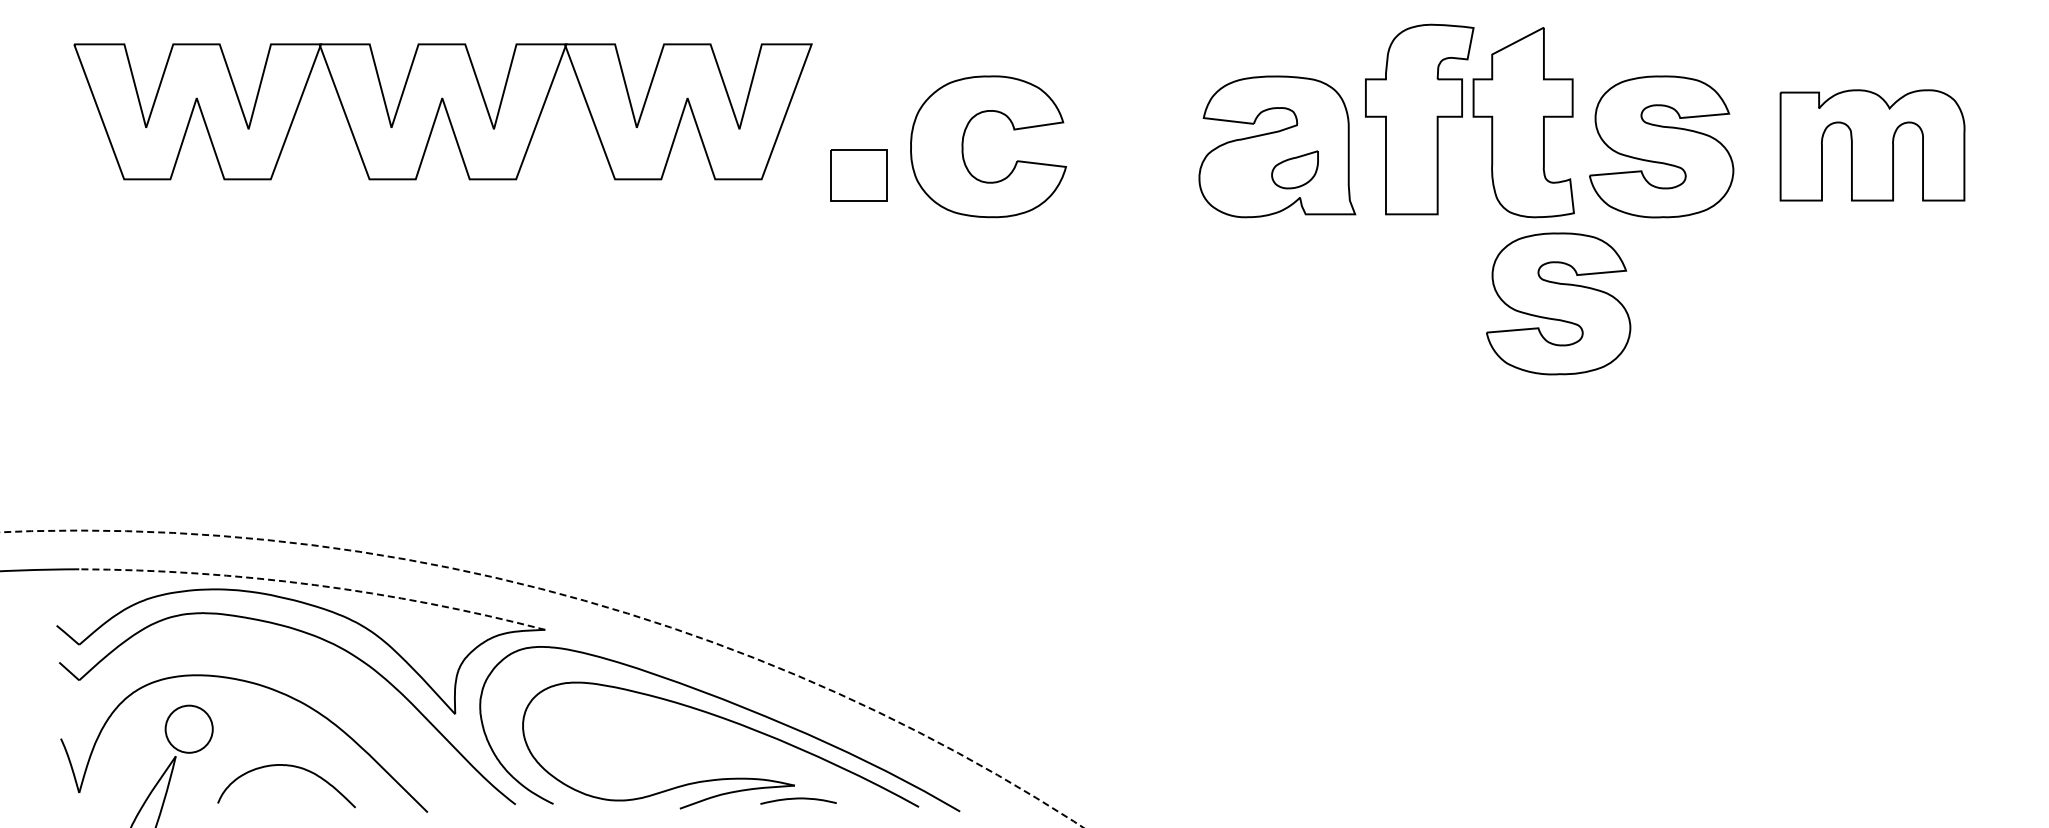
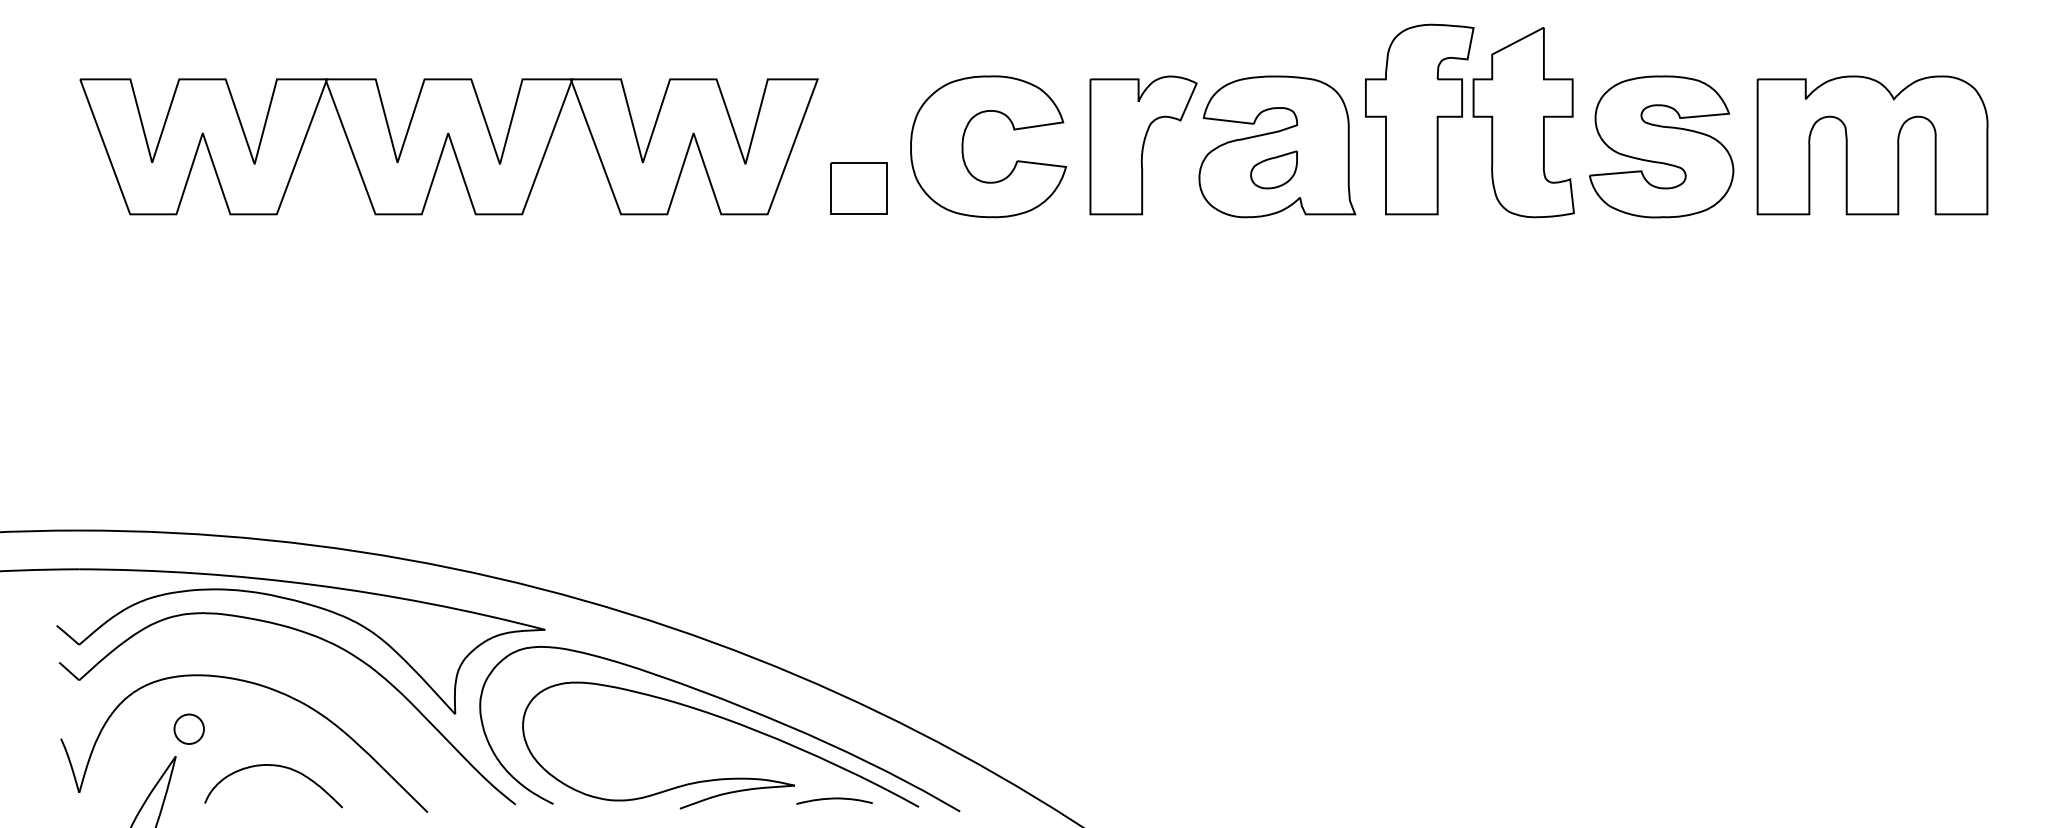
part at (442, 111) position: (442, 111) -> (448, 146)
part at (1143, 145): none -> present
part at (1872, 145) size: 187x113 px -> 233x141 px
part at (1294, 169) position: (1294, 169) -> (1273, 169)
part at (858, 175) position: (858, 175) -> (858, 188)
part at (1558, 303): present -> none
arc at (314, 584): dashed -> solid
circle at (541, 678): dashed -> solid
circle at (188, 728) diameter: 47 px -> 29 px
curve at (286, 766) position: (286, 766) -> (273, 766)
curve at (798, 799) position: (798, 799) -> (834, 799)
